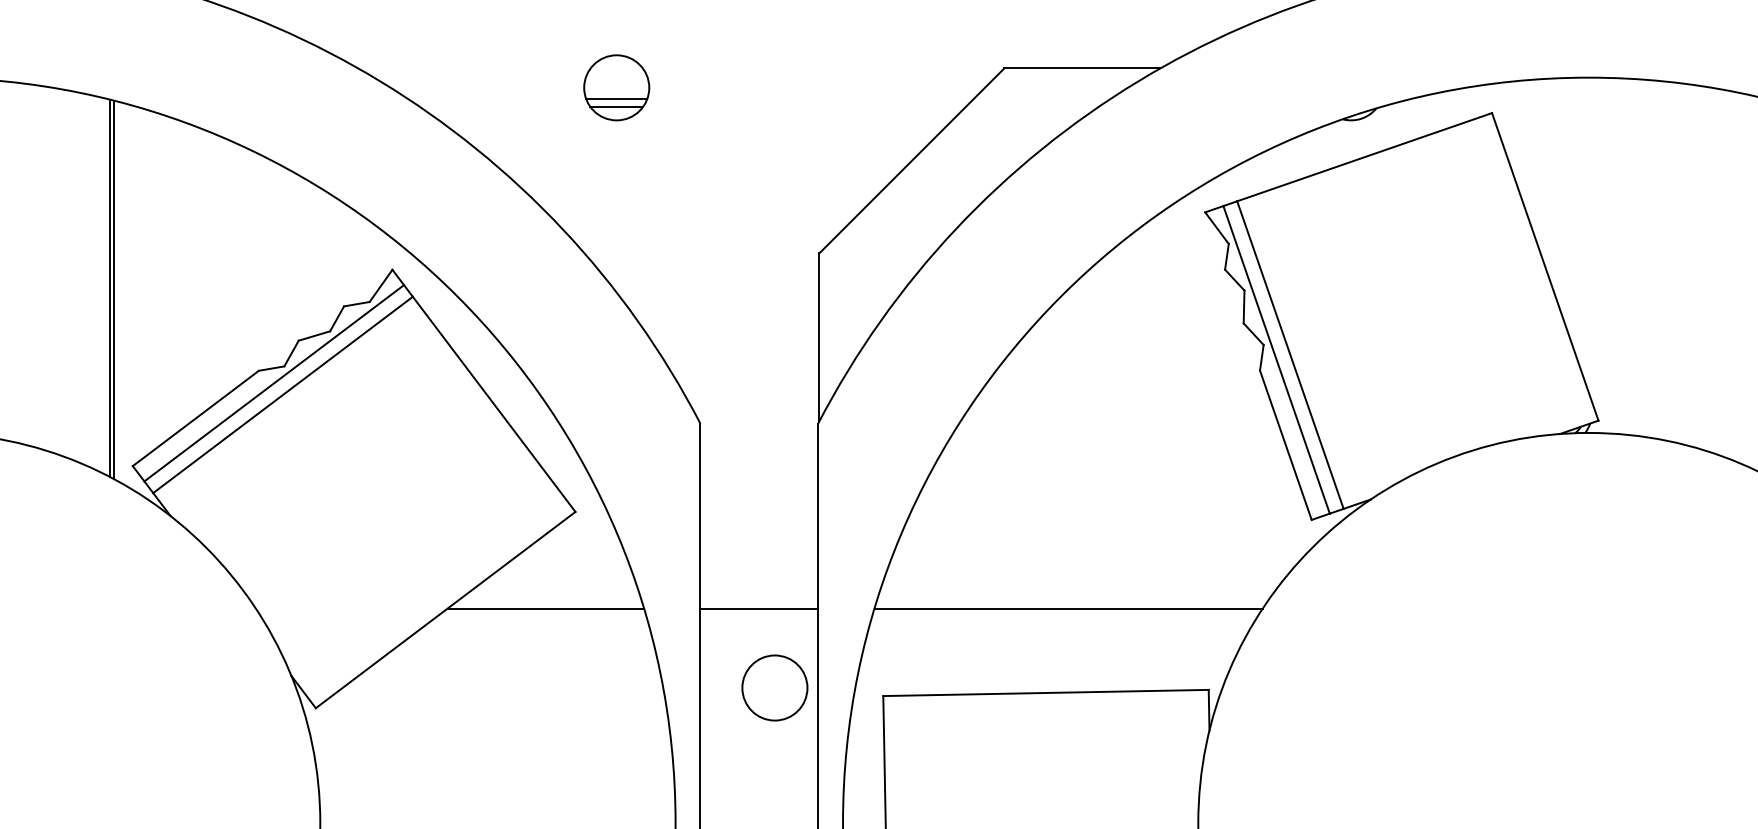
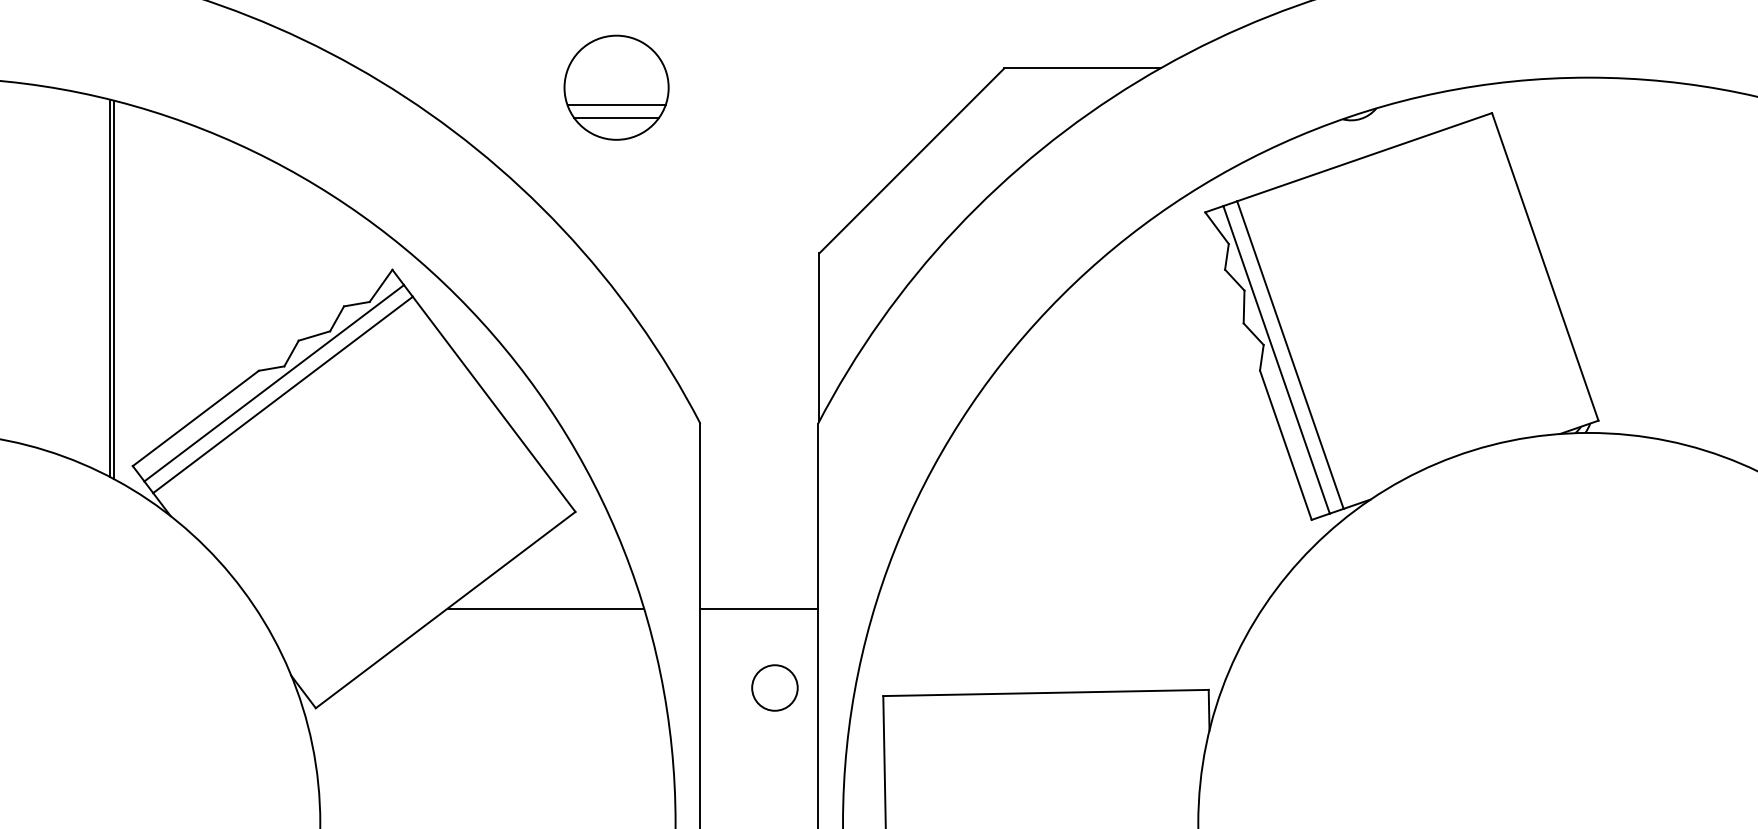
part at (616, 87) size: 68x68 px -> 107x107 px
line at (1068, 608): present -> none
circle at (774, 687) size: 68x68 px -> 48x48 px
